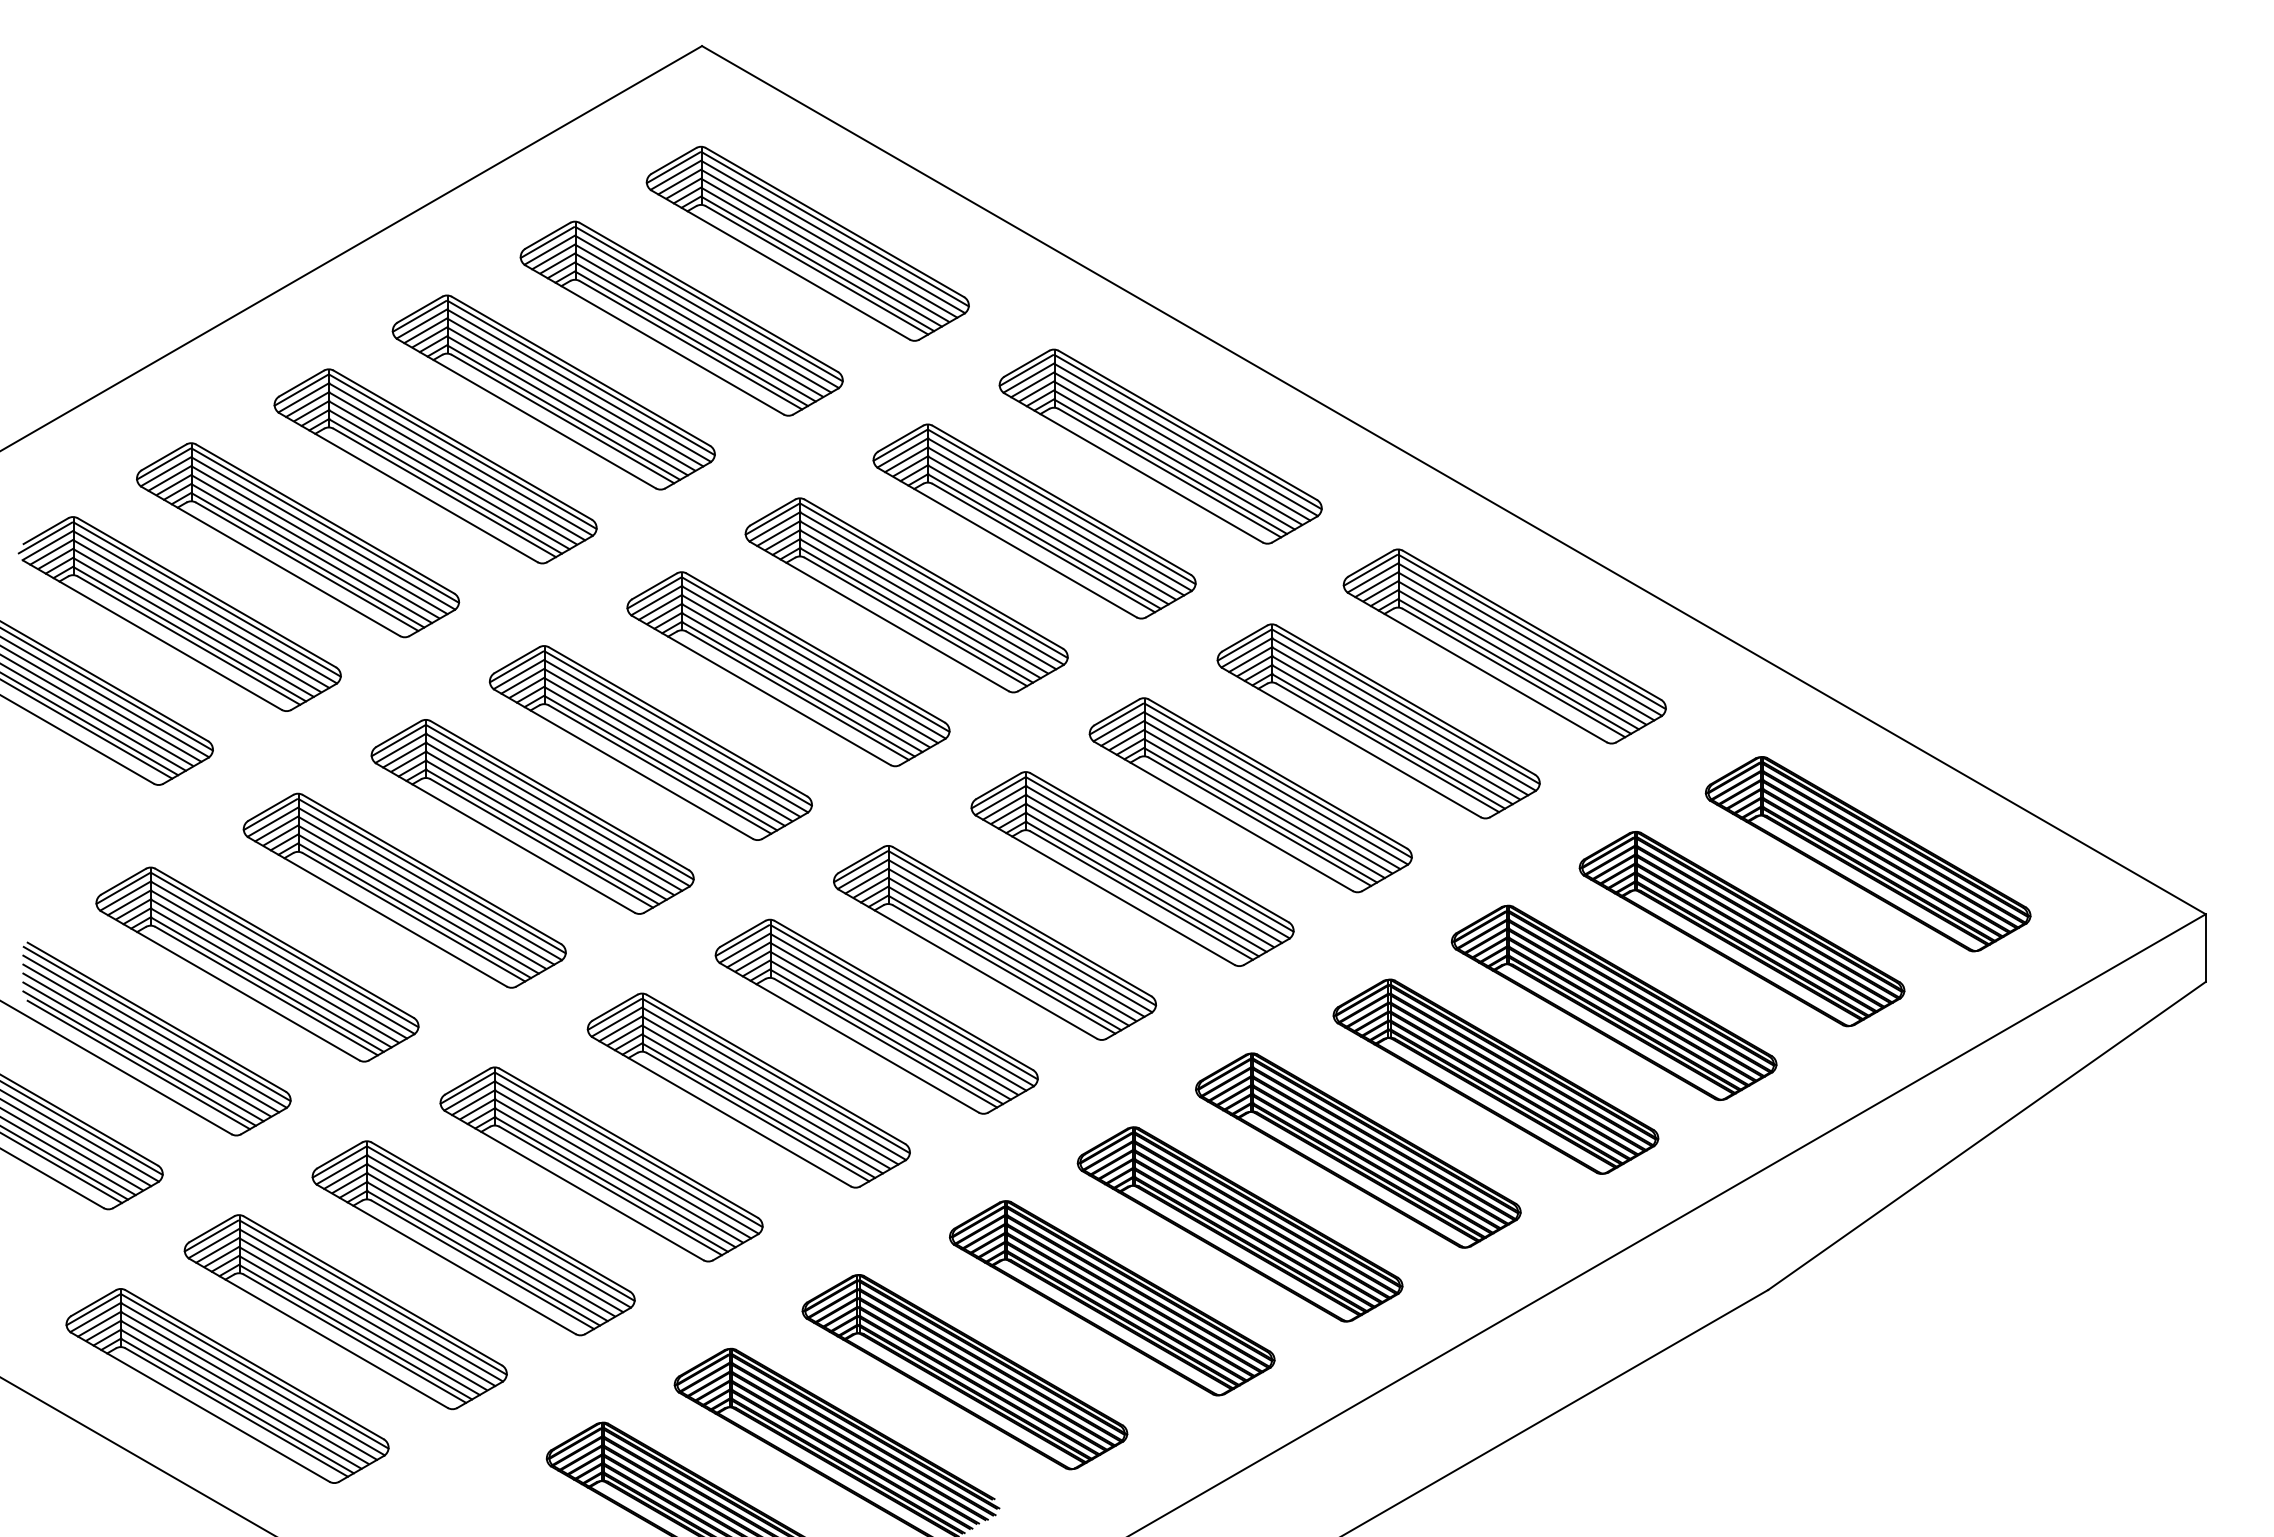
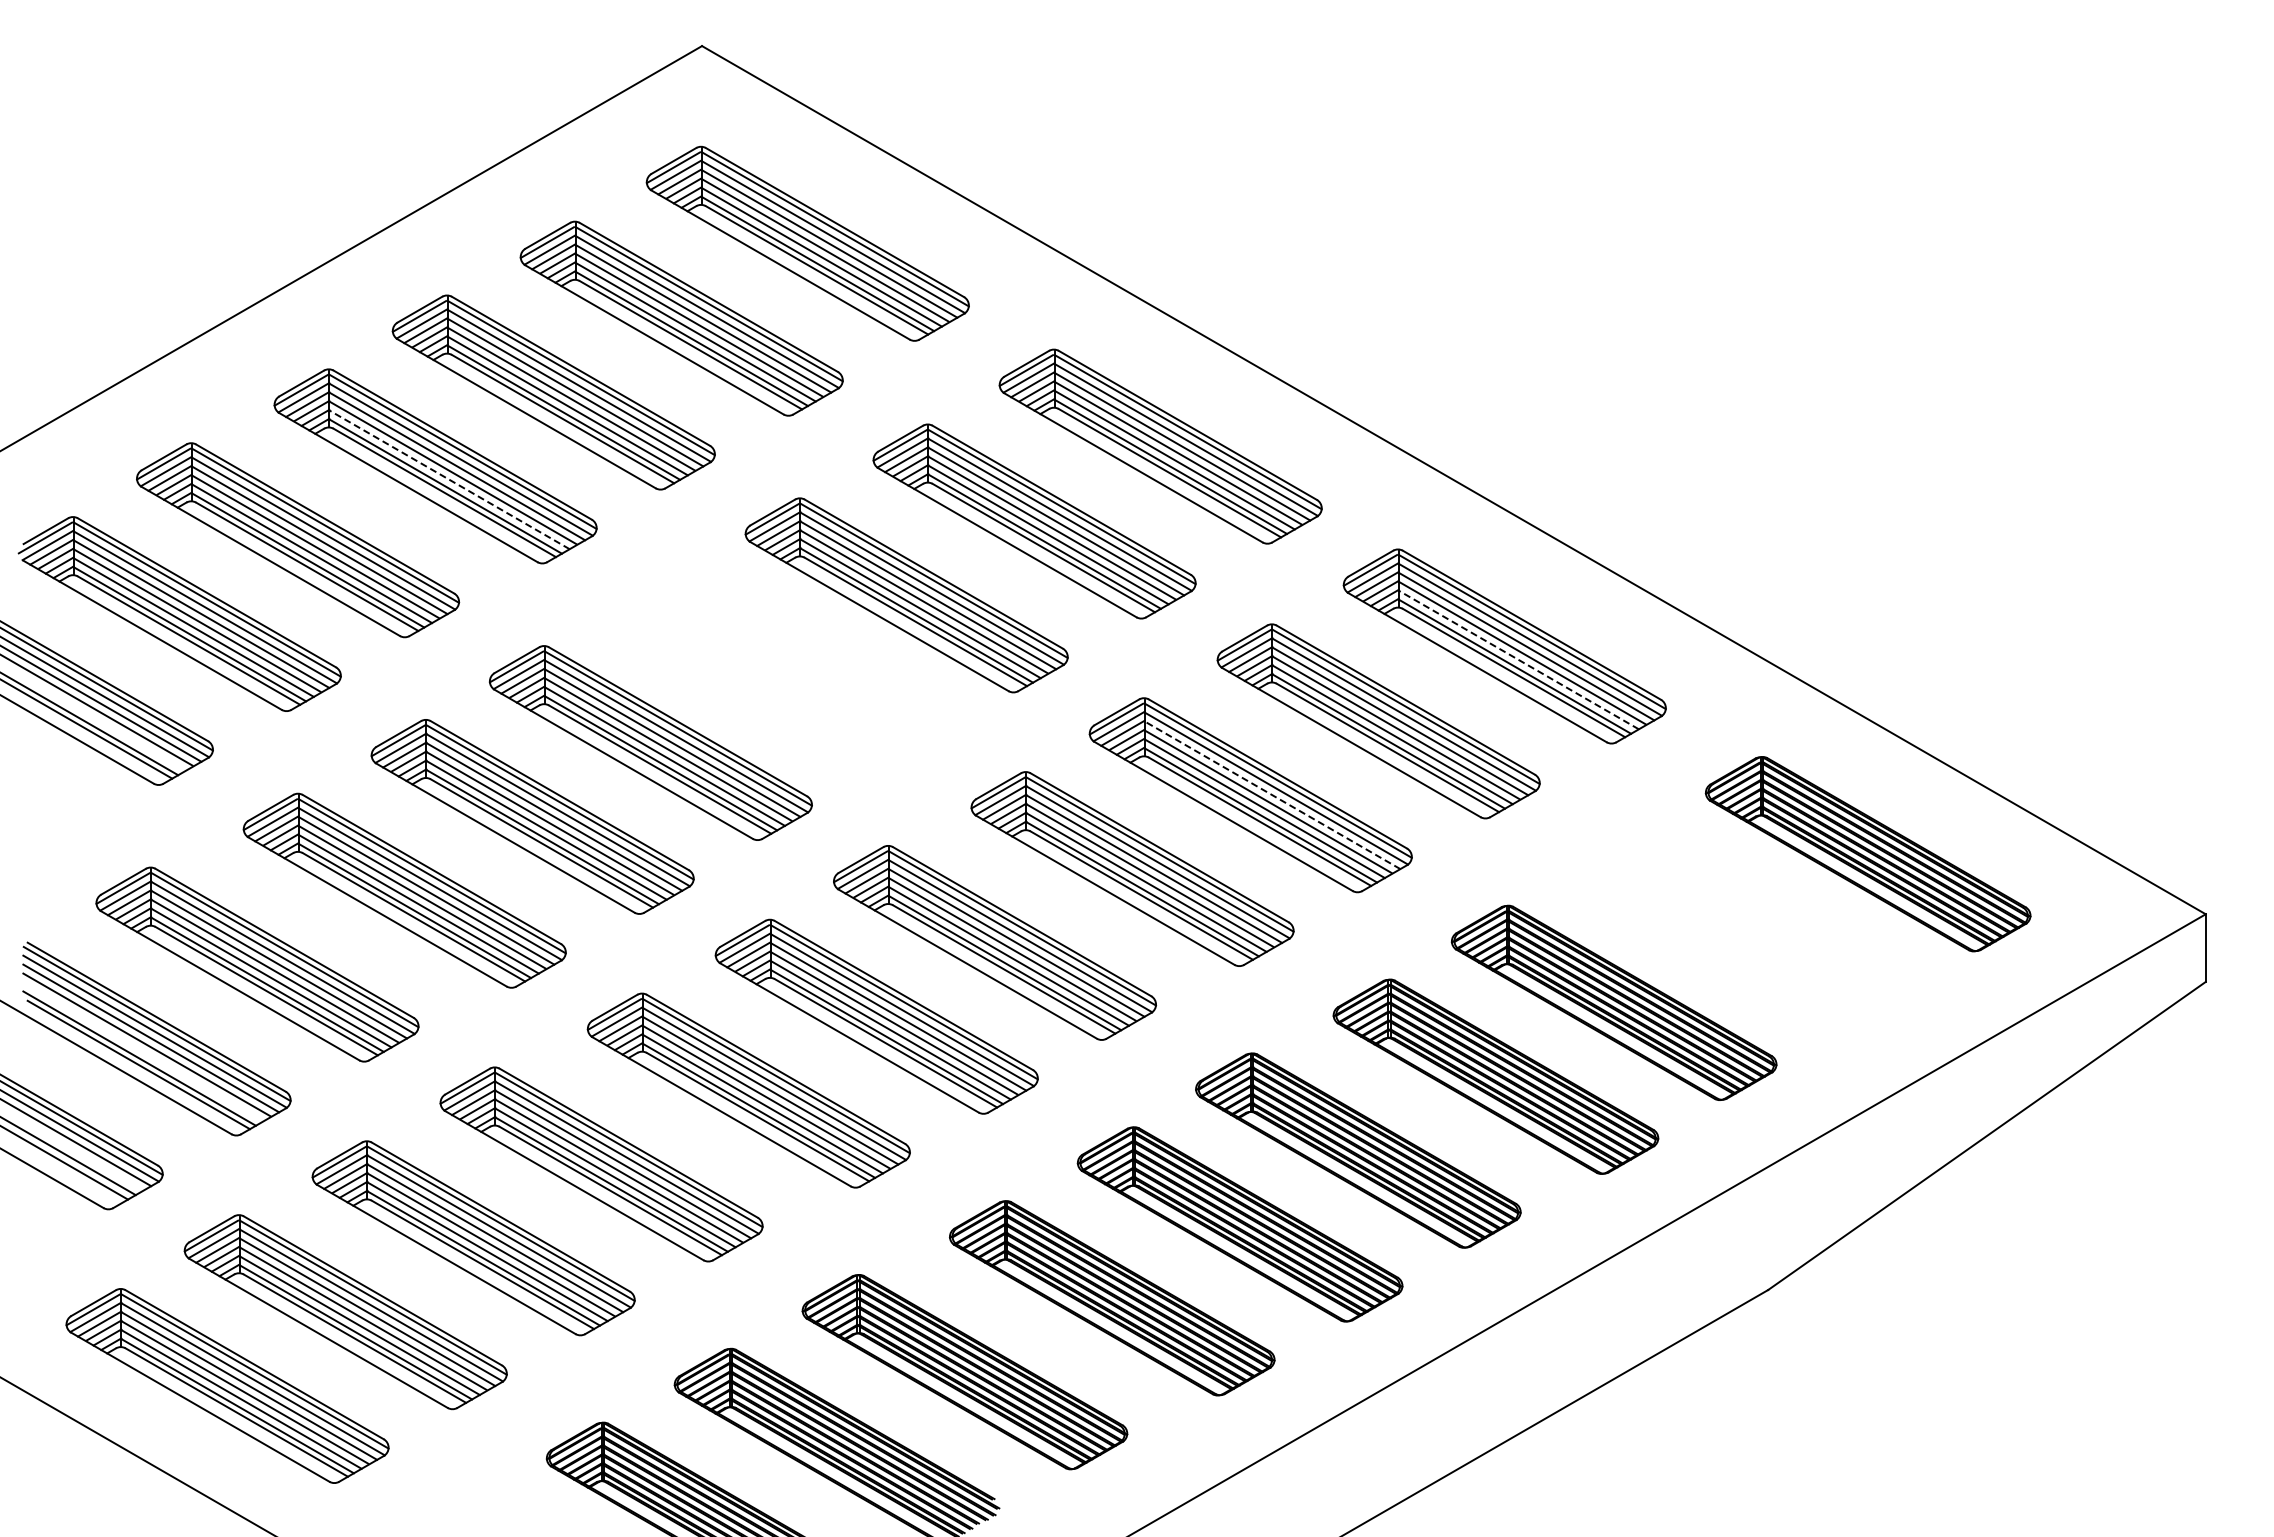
line at (449, 479): solid -> dashed
line at (1518, 659): solid -> dashed
part at (788, 669): present -> none
line at (93, 717): present -> none
line at (1272, 795): solid -> dashed
part at (1741, 929): present -> none
line at (143, 1051): present -> none
line at (72, 1148): present -> none
line at (62, 1168): present -> none
